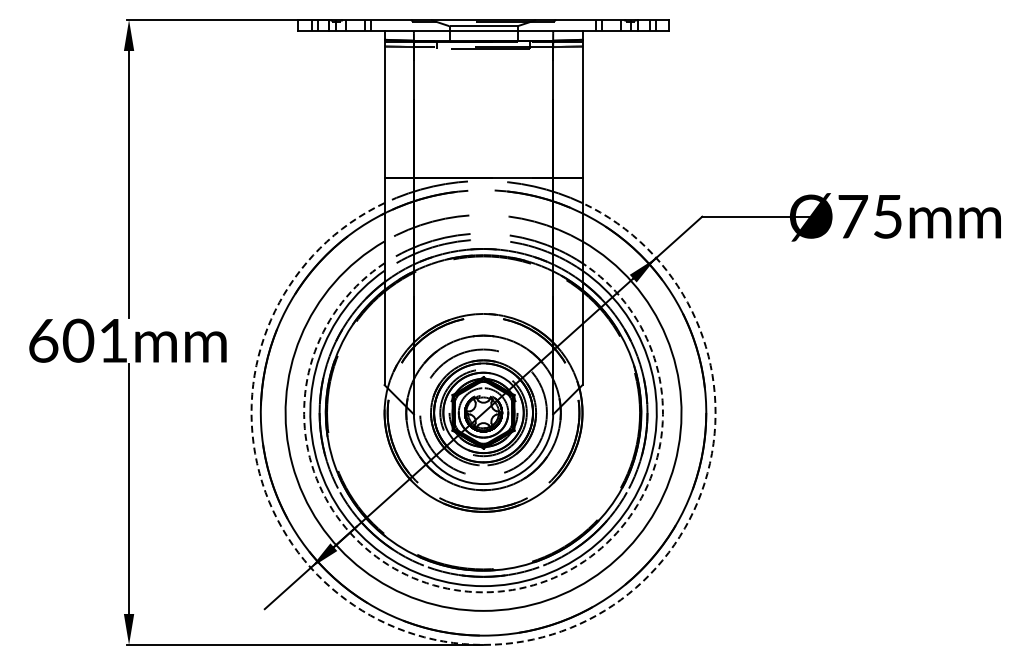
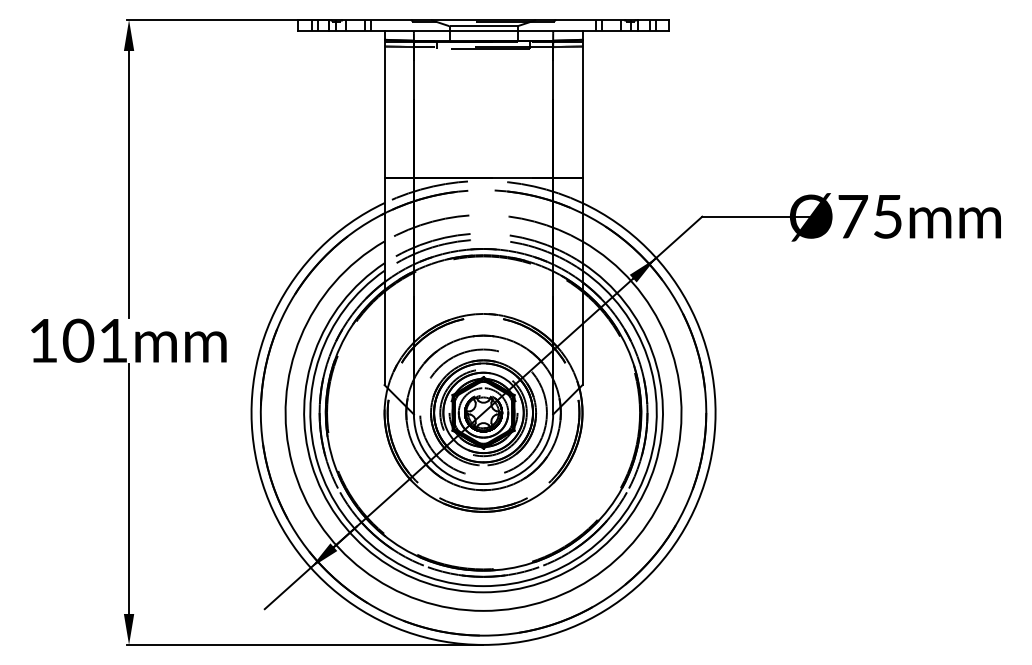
text at (43, 340): 601mm -> 101mm
arc at (483, 592): dashed -> solid
arc at (483, 644): dashed -> solid
